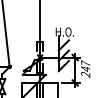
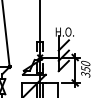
text at (85, 68): 247 -> 350
